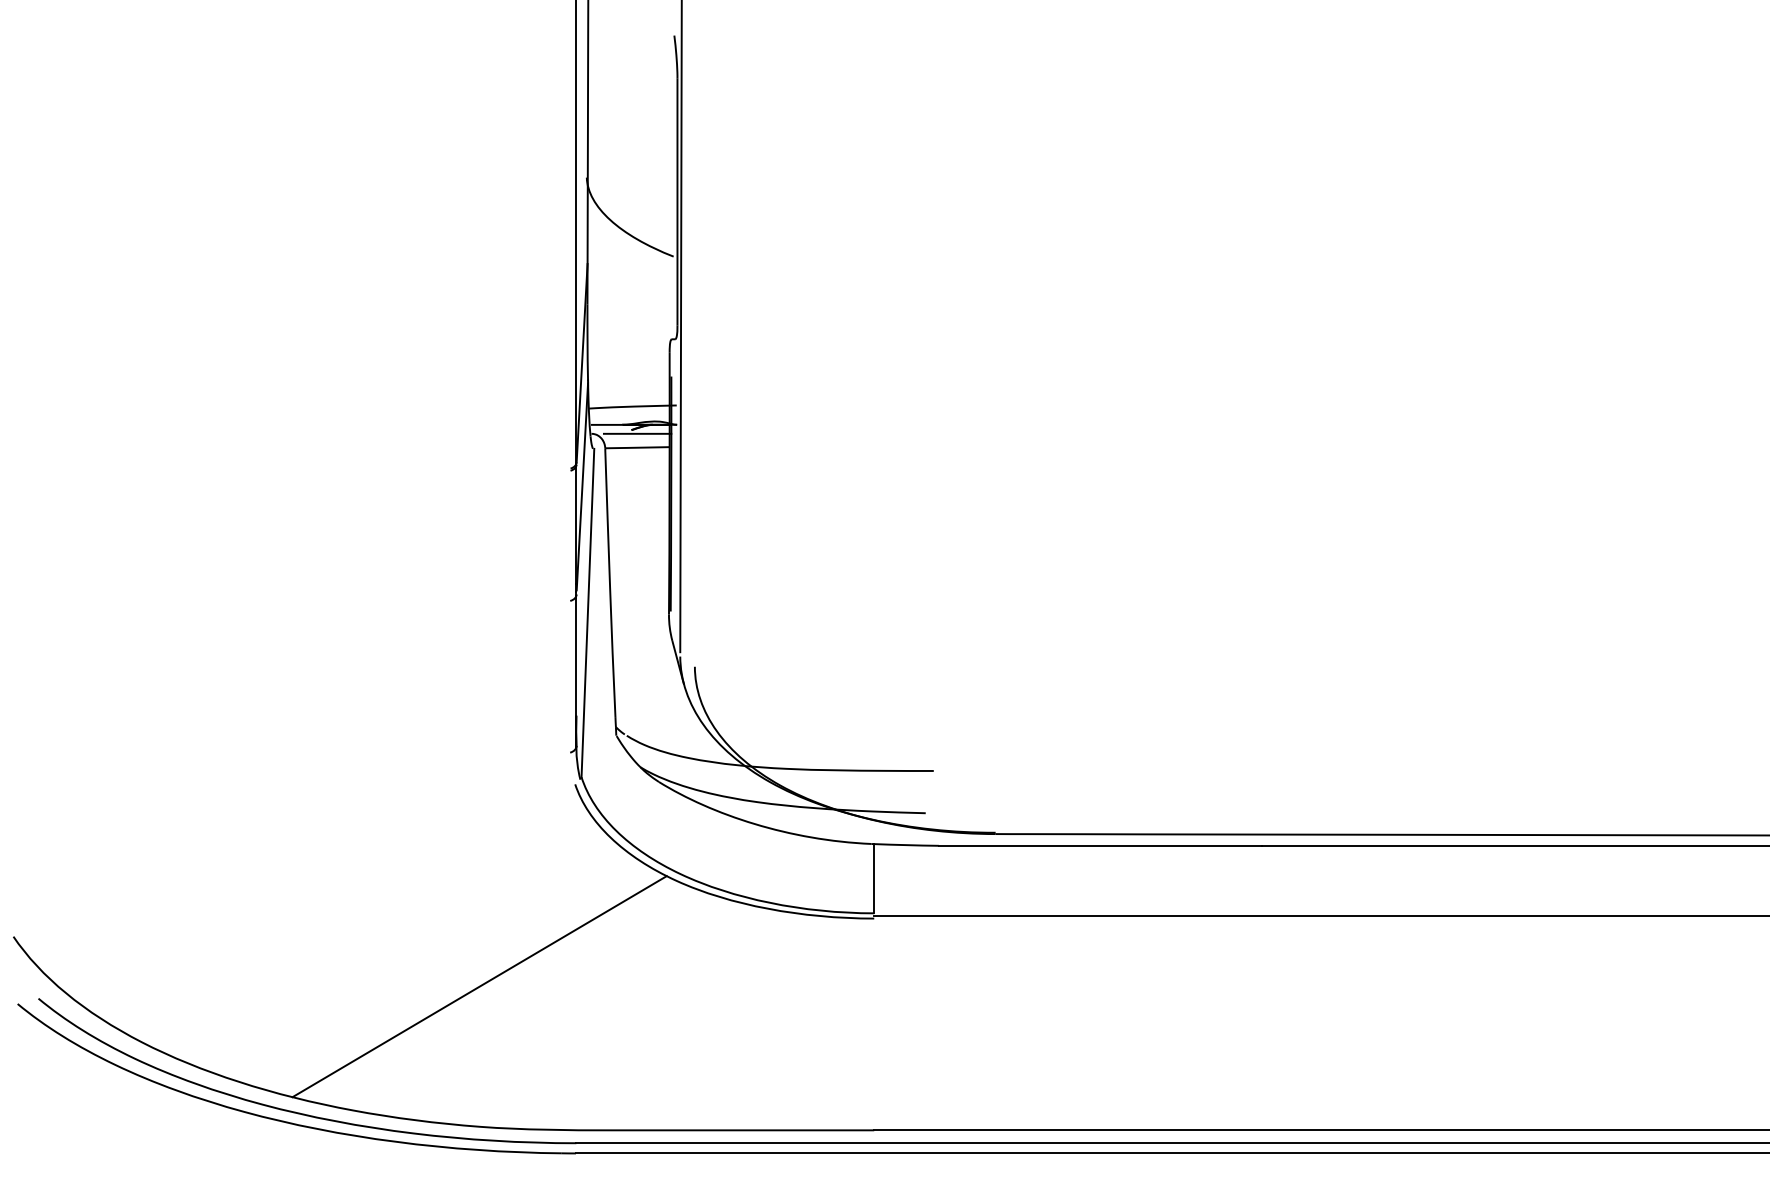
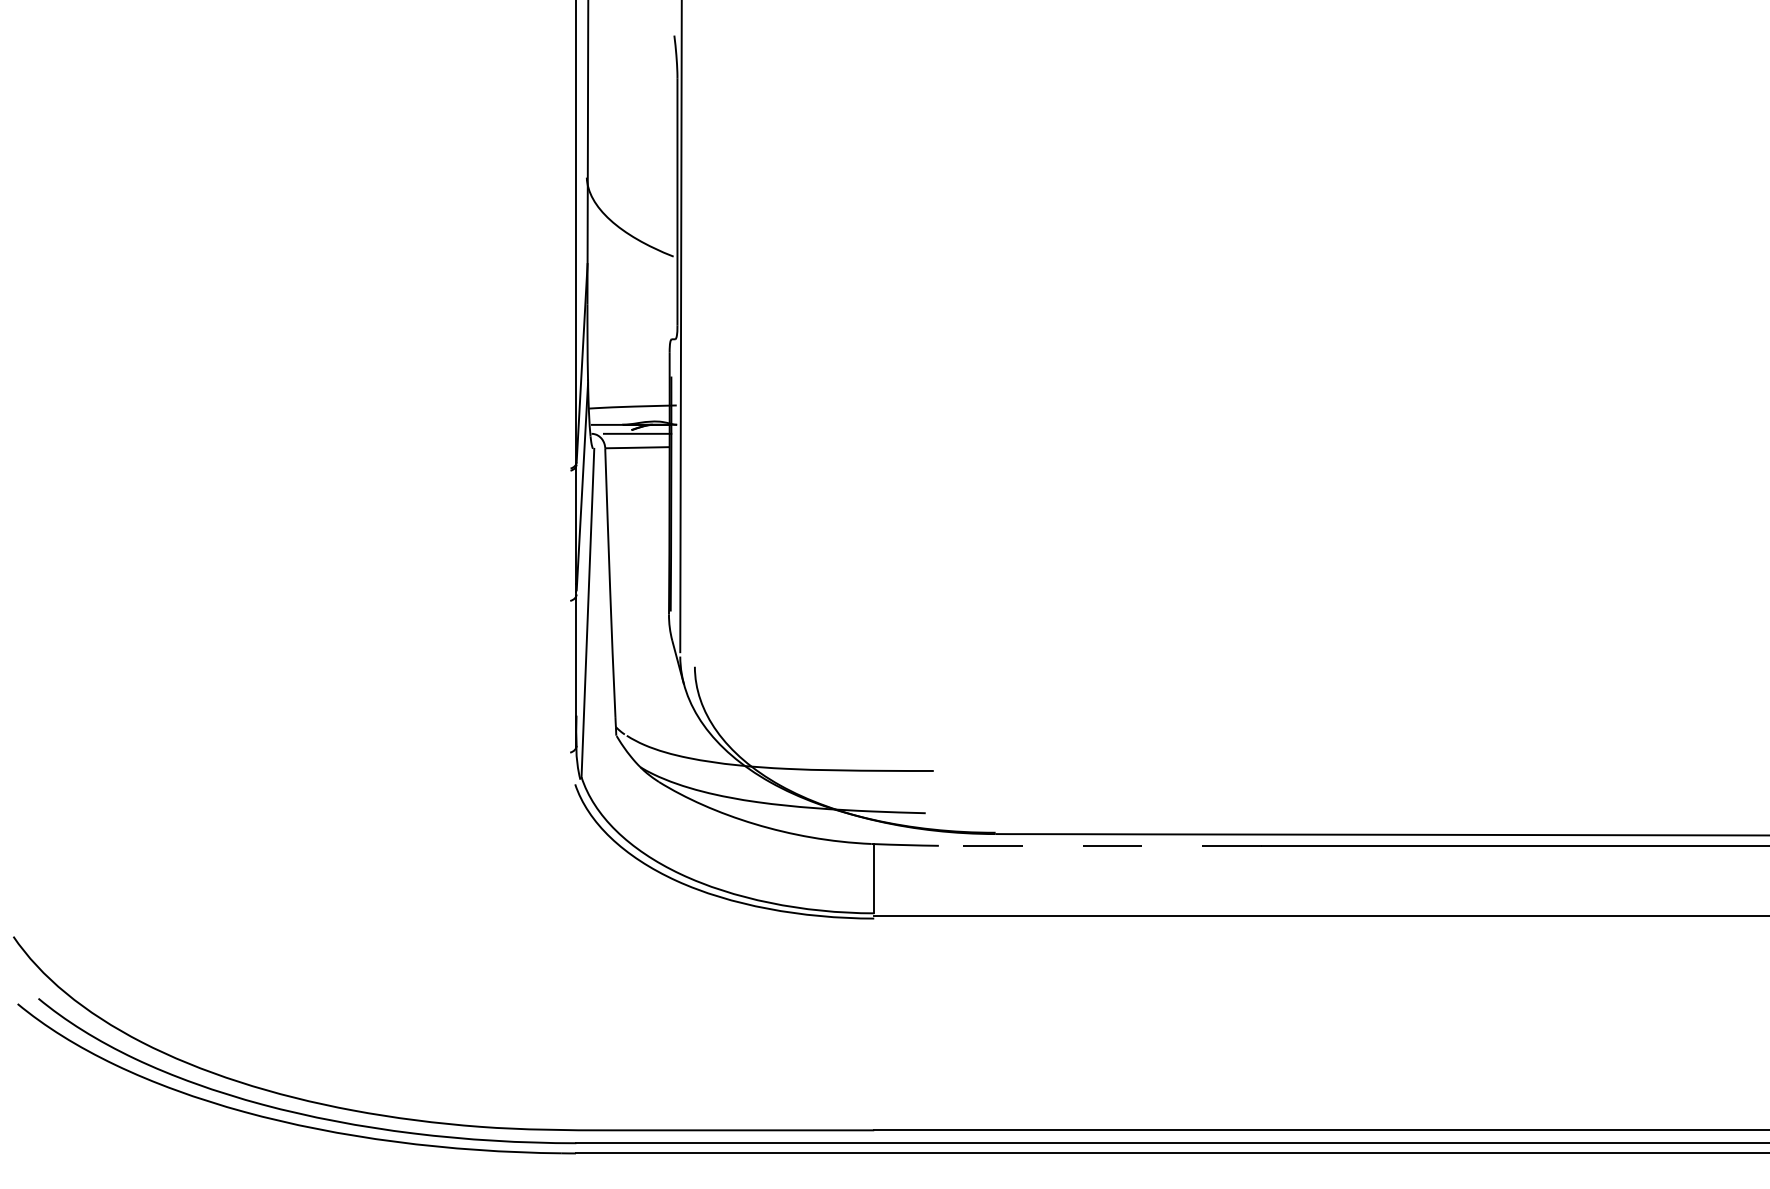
line at (1099, 845): solid -> dashed
line at (479, 986): present -> none
